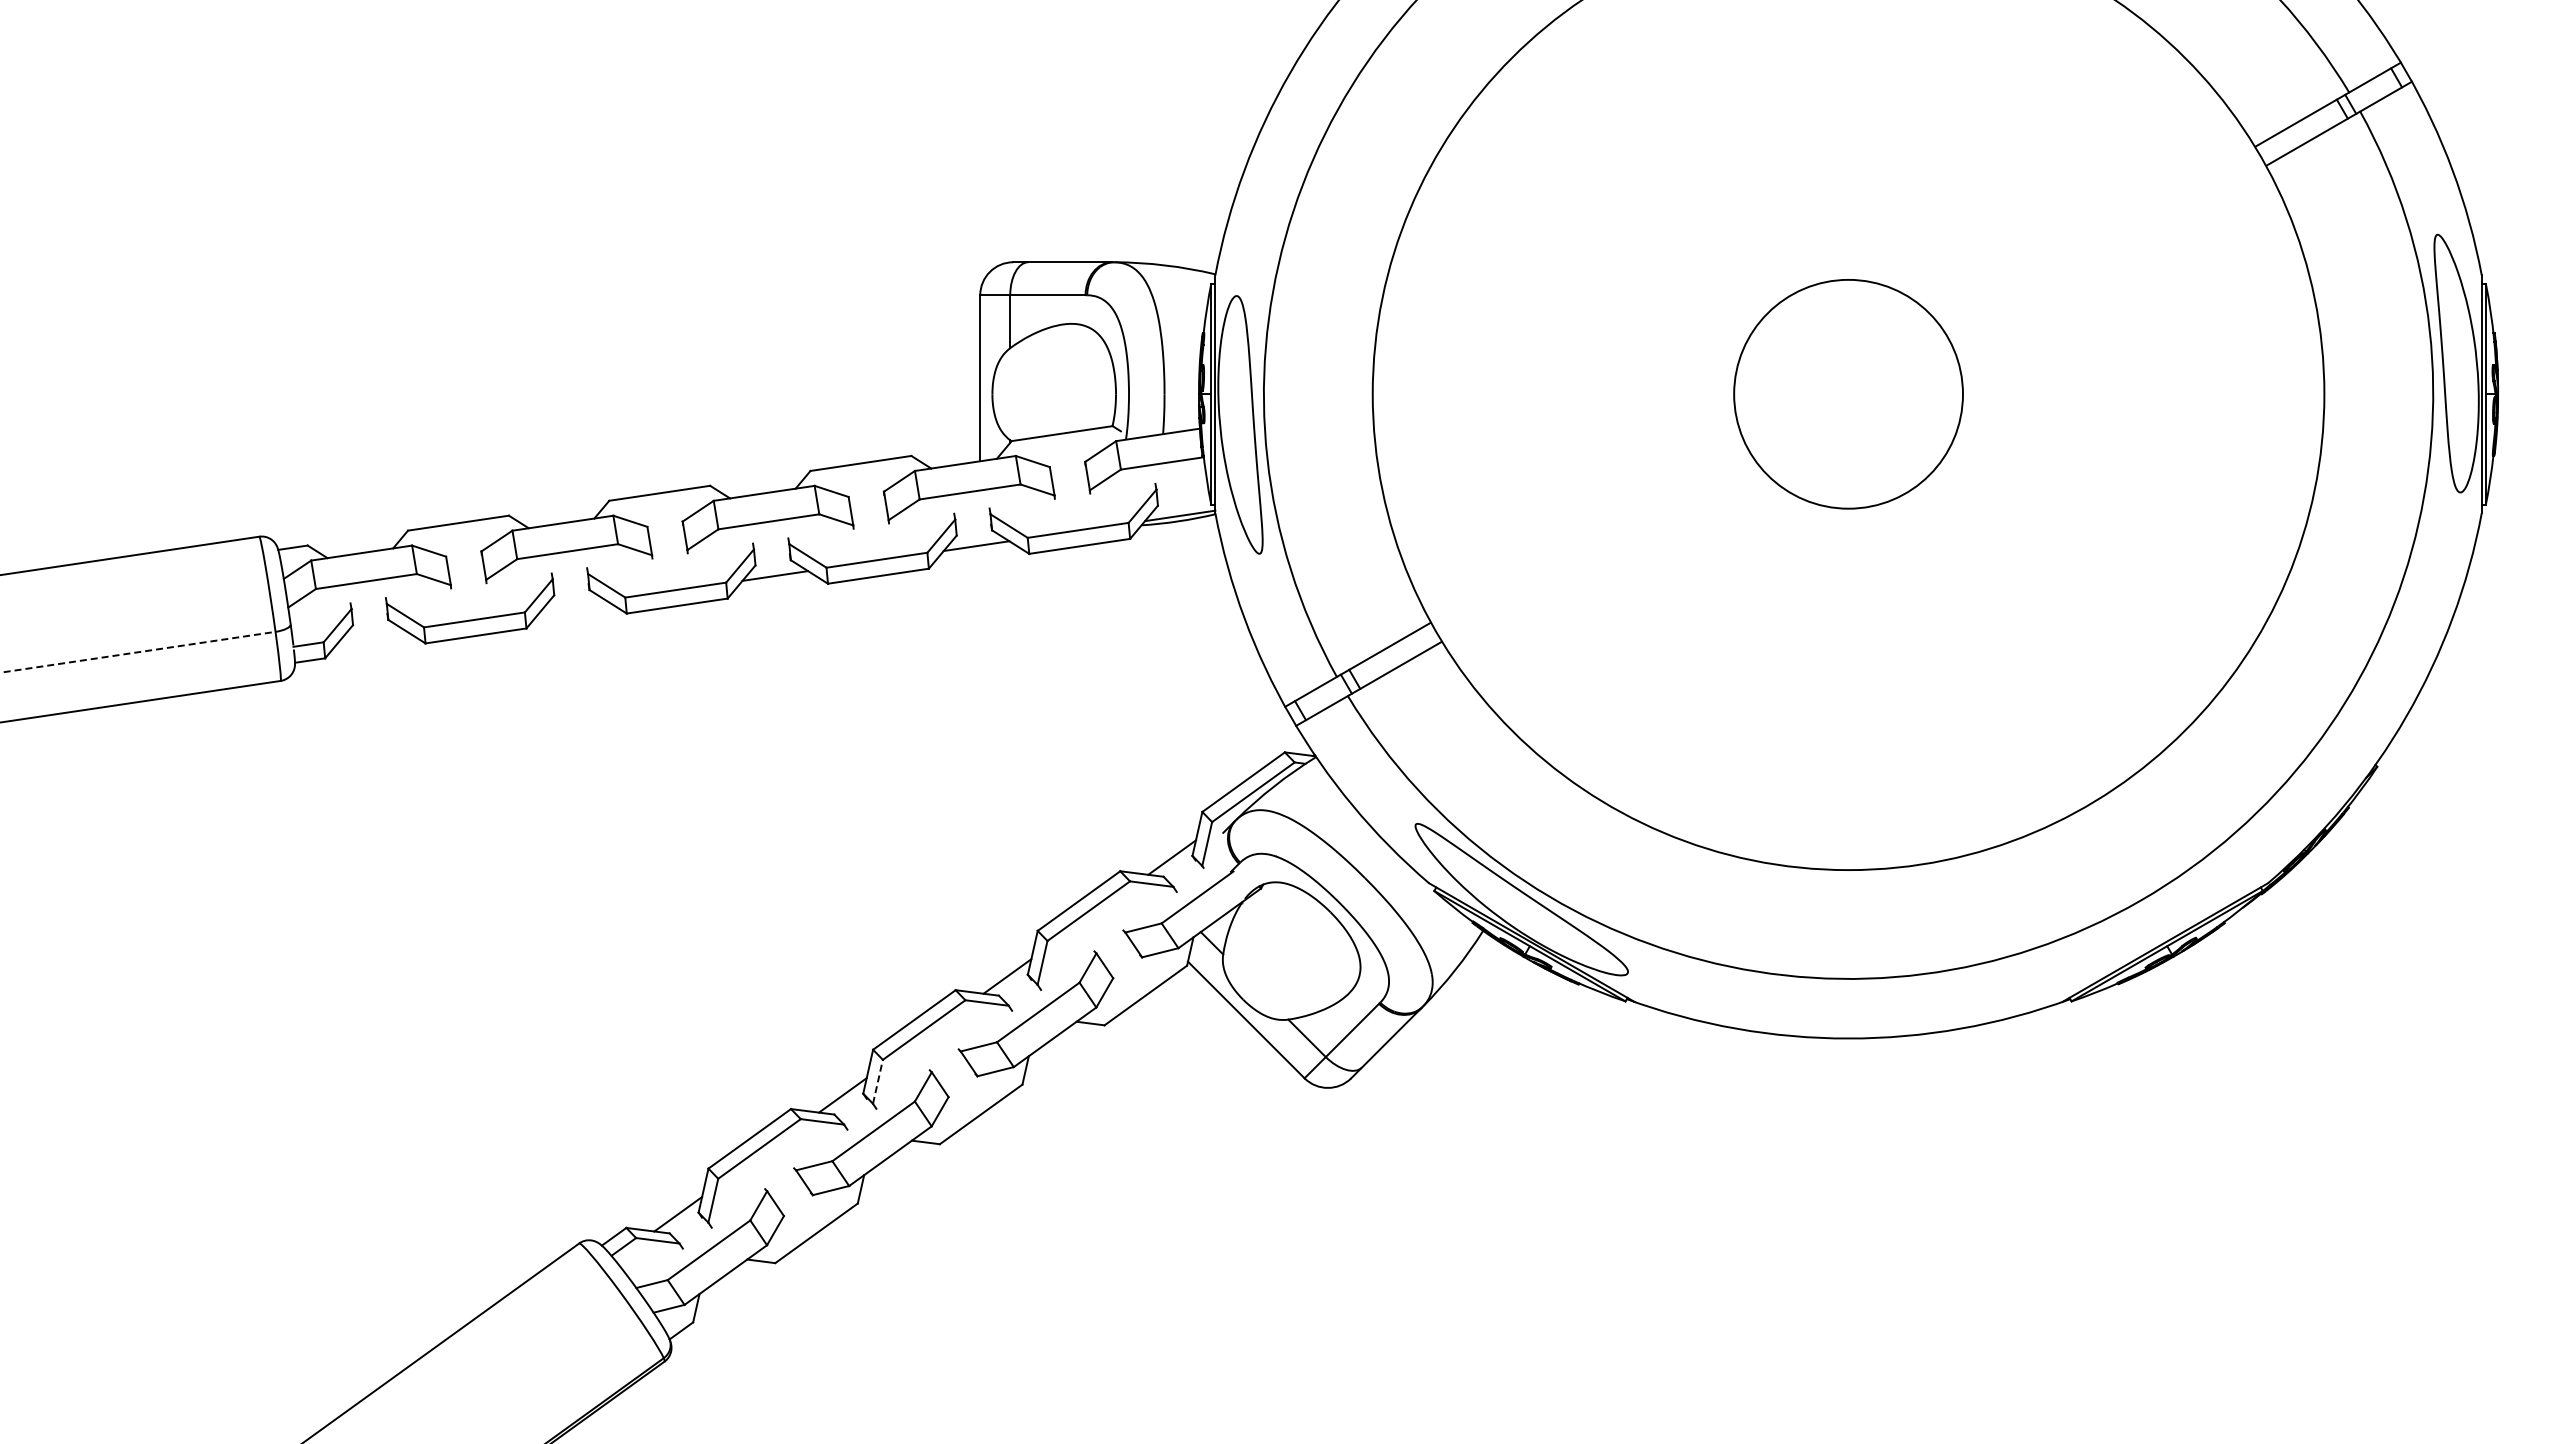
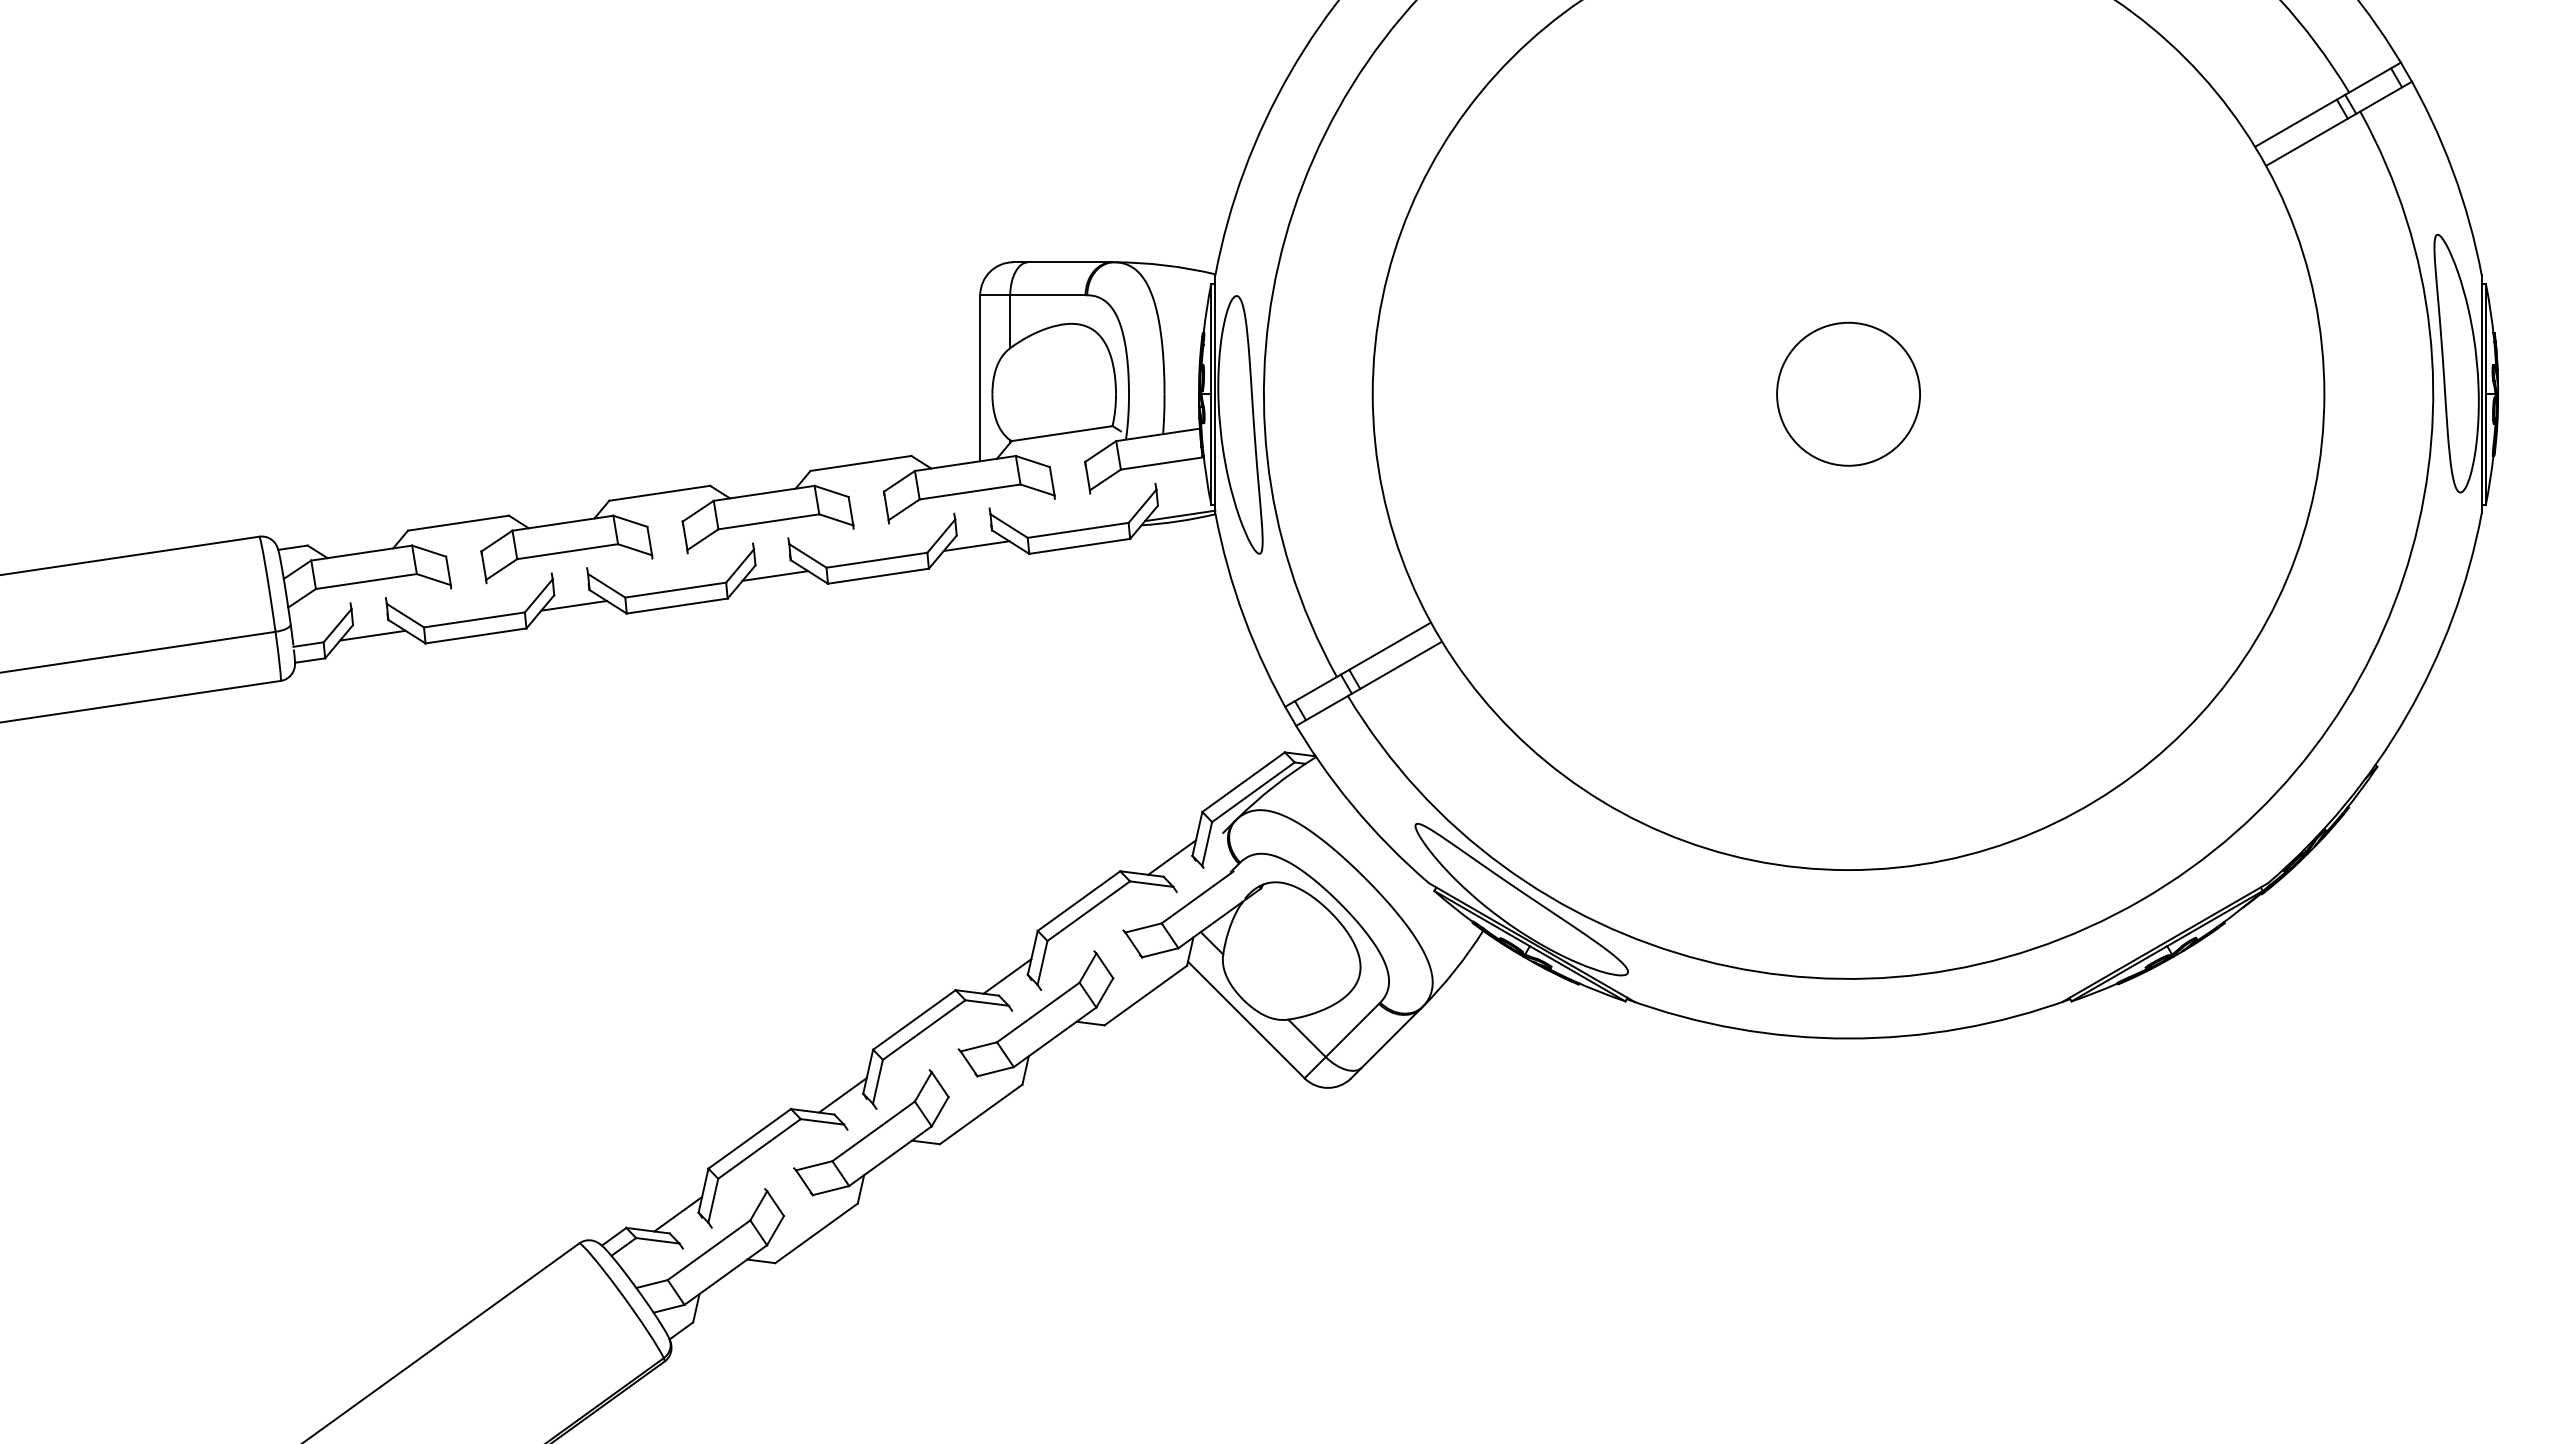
circle at (1848, 393) diameter: 229 px -> 143 px
line at (573, 605): none -> present
line at (372, 635): none -> present
line at (138, 652): dashed -> solid
line at (877, 1081): dashed -> solid
